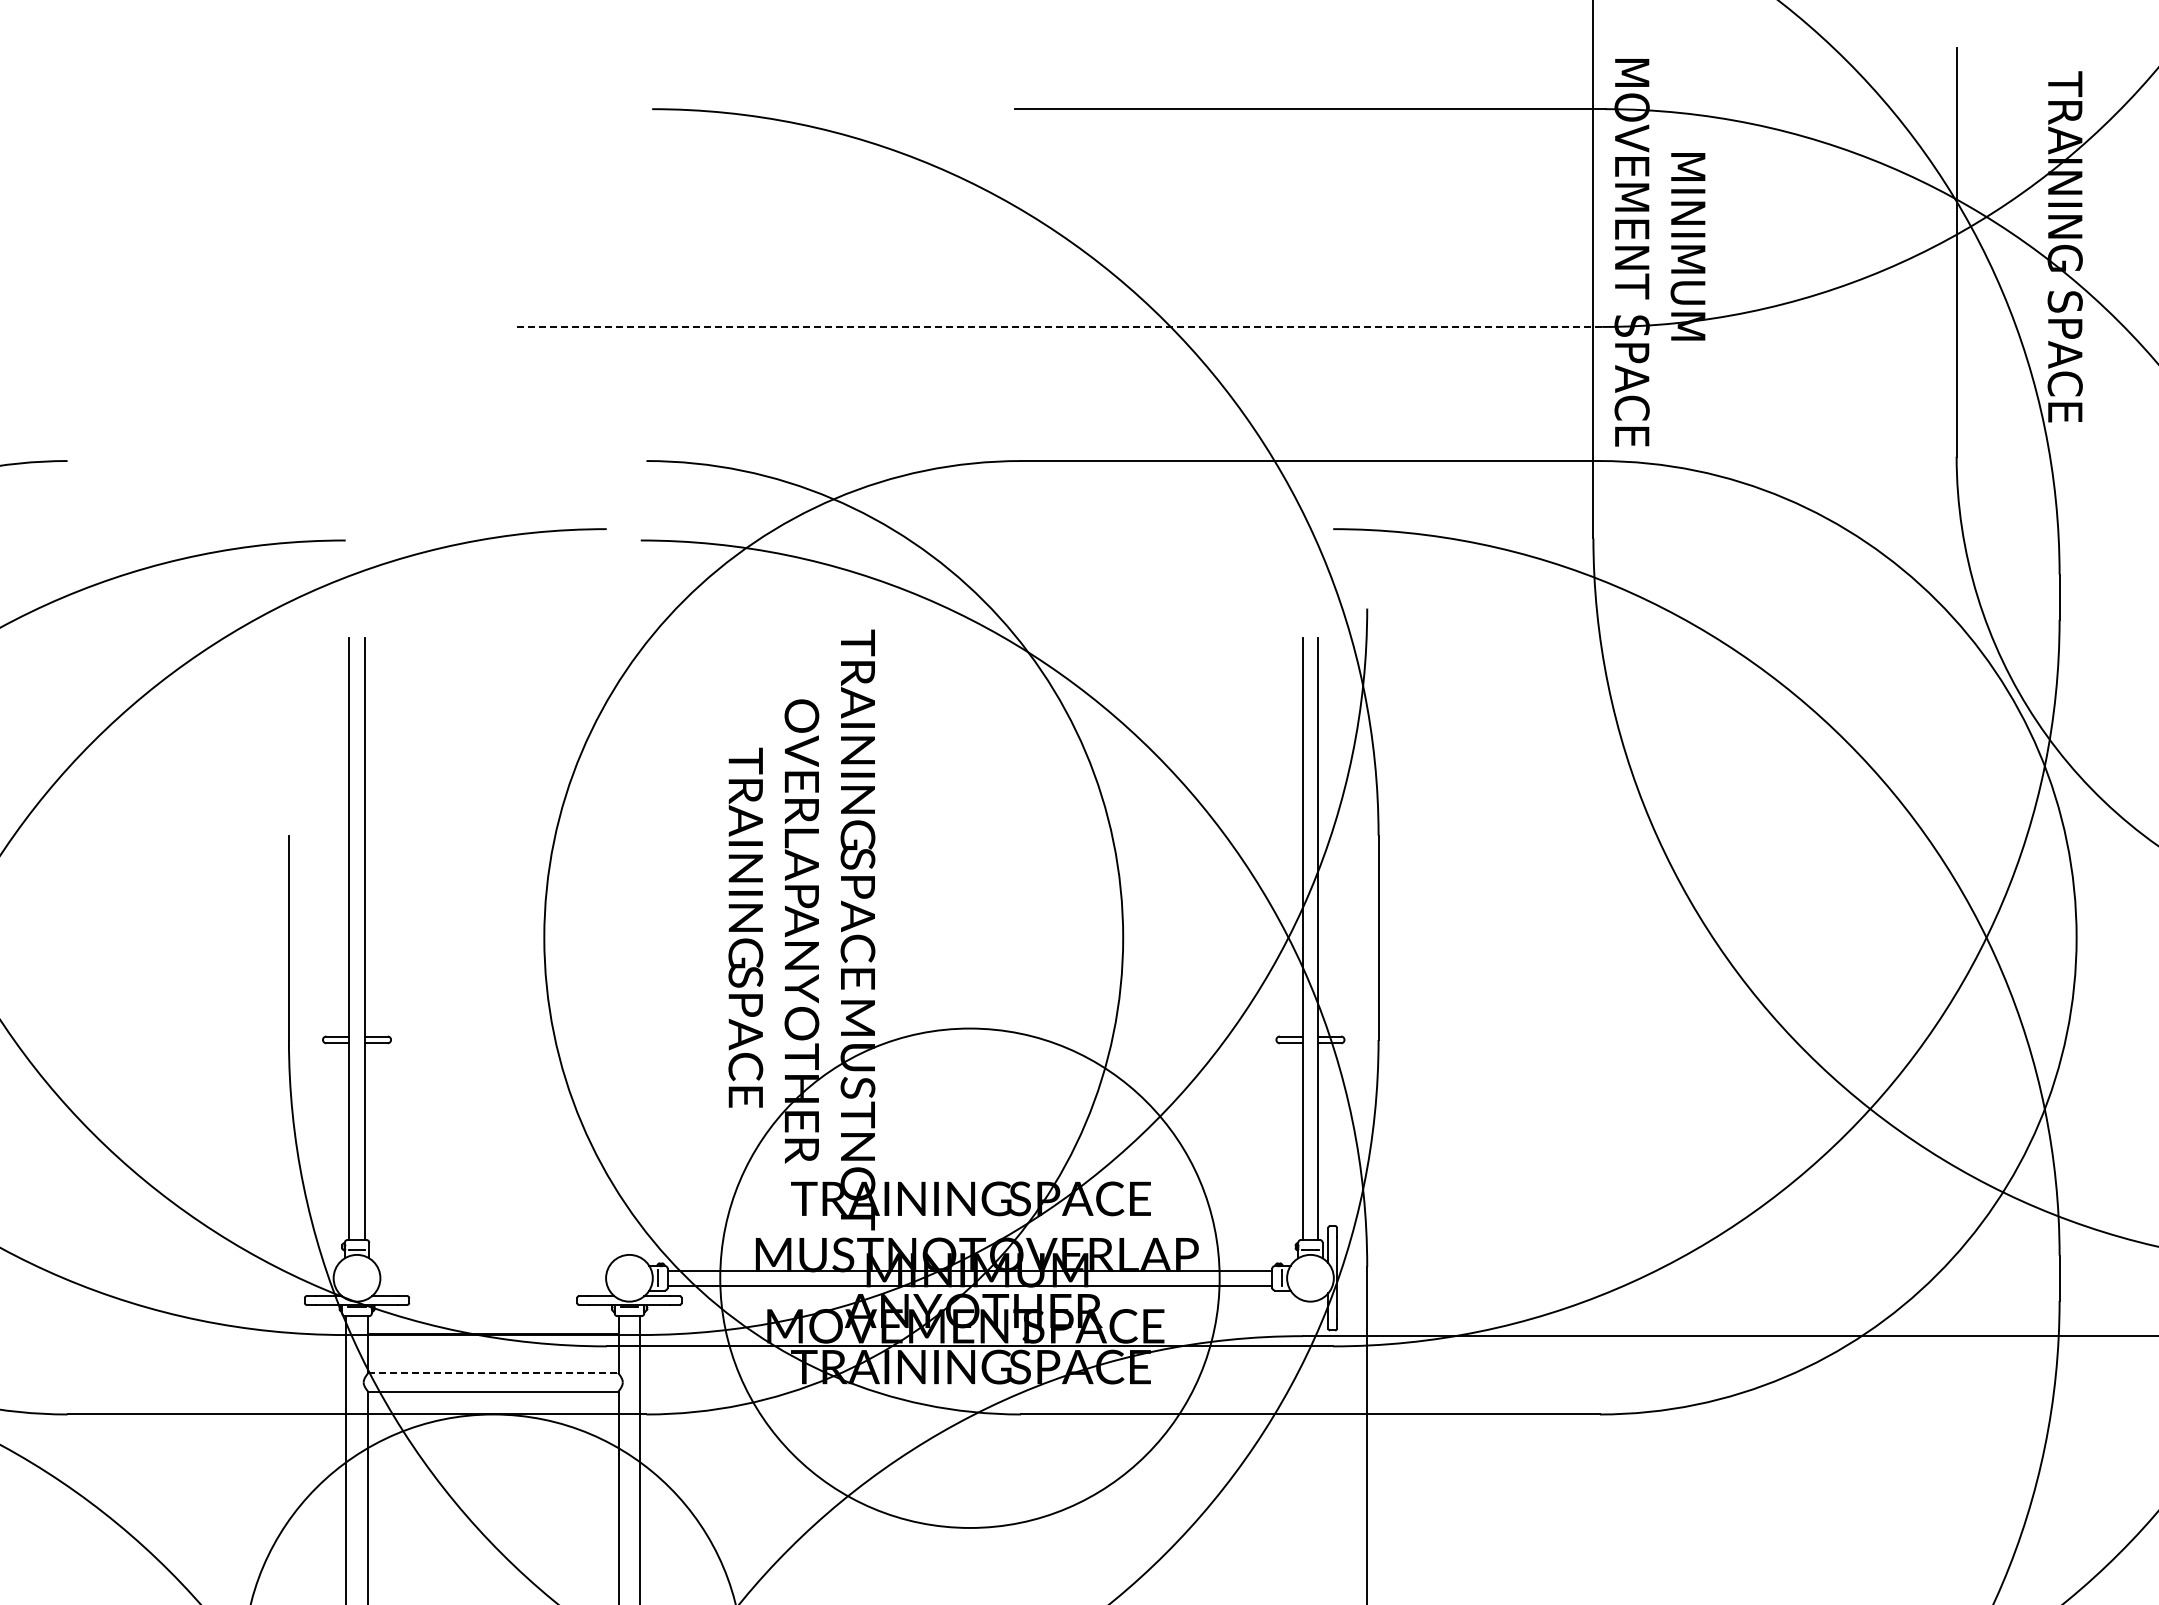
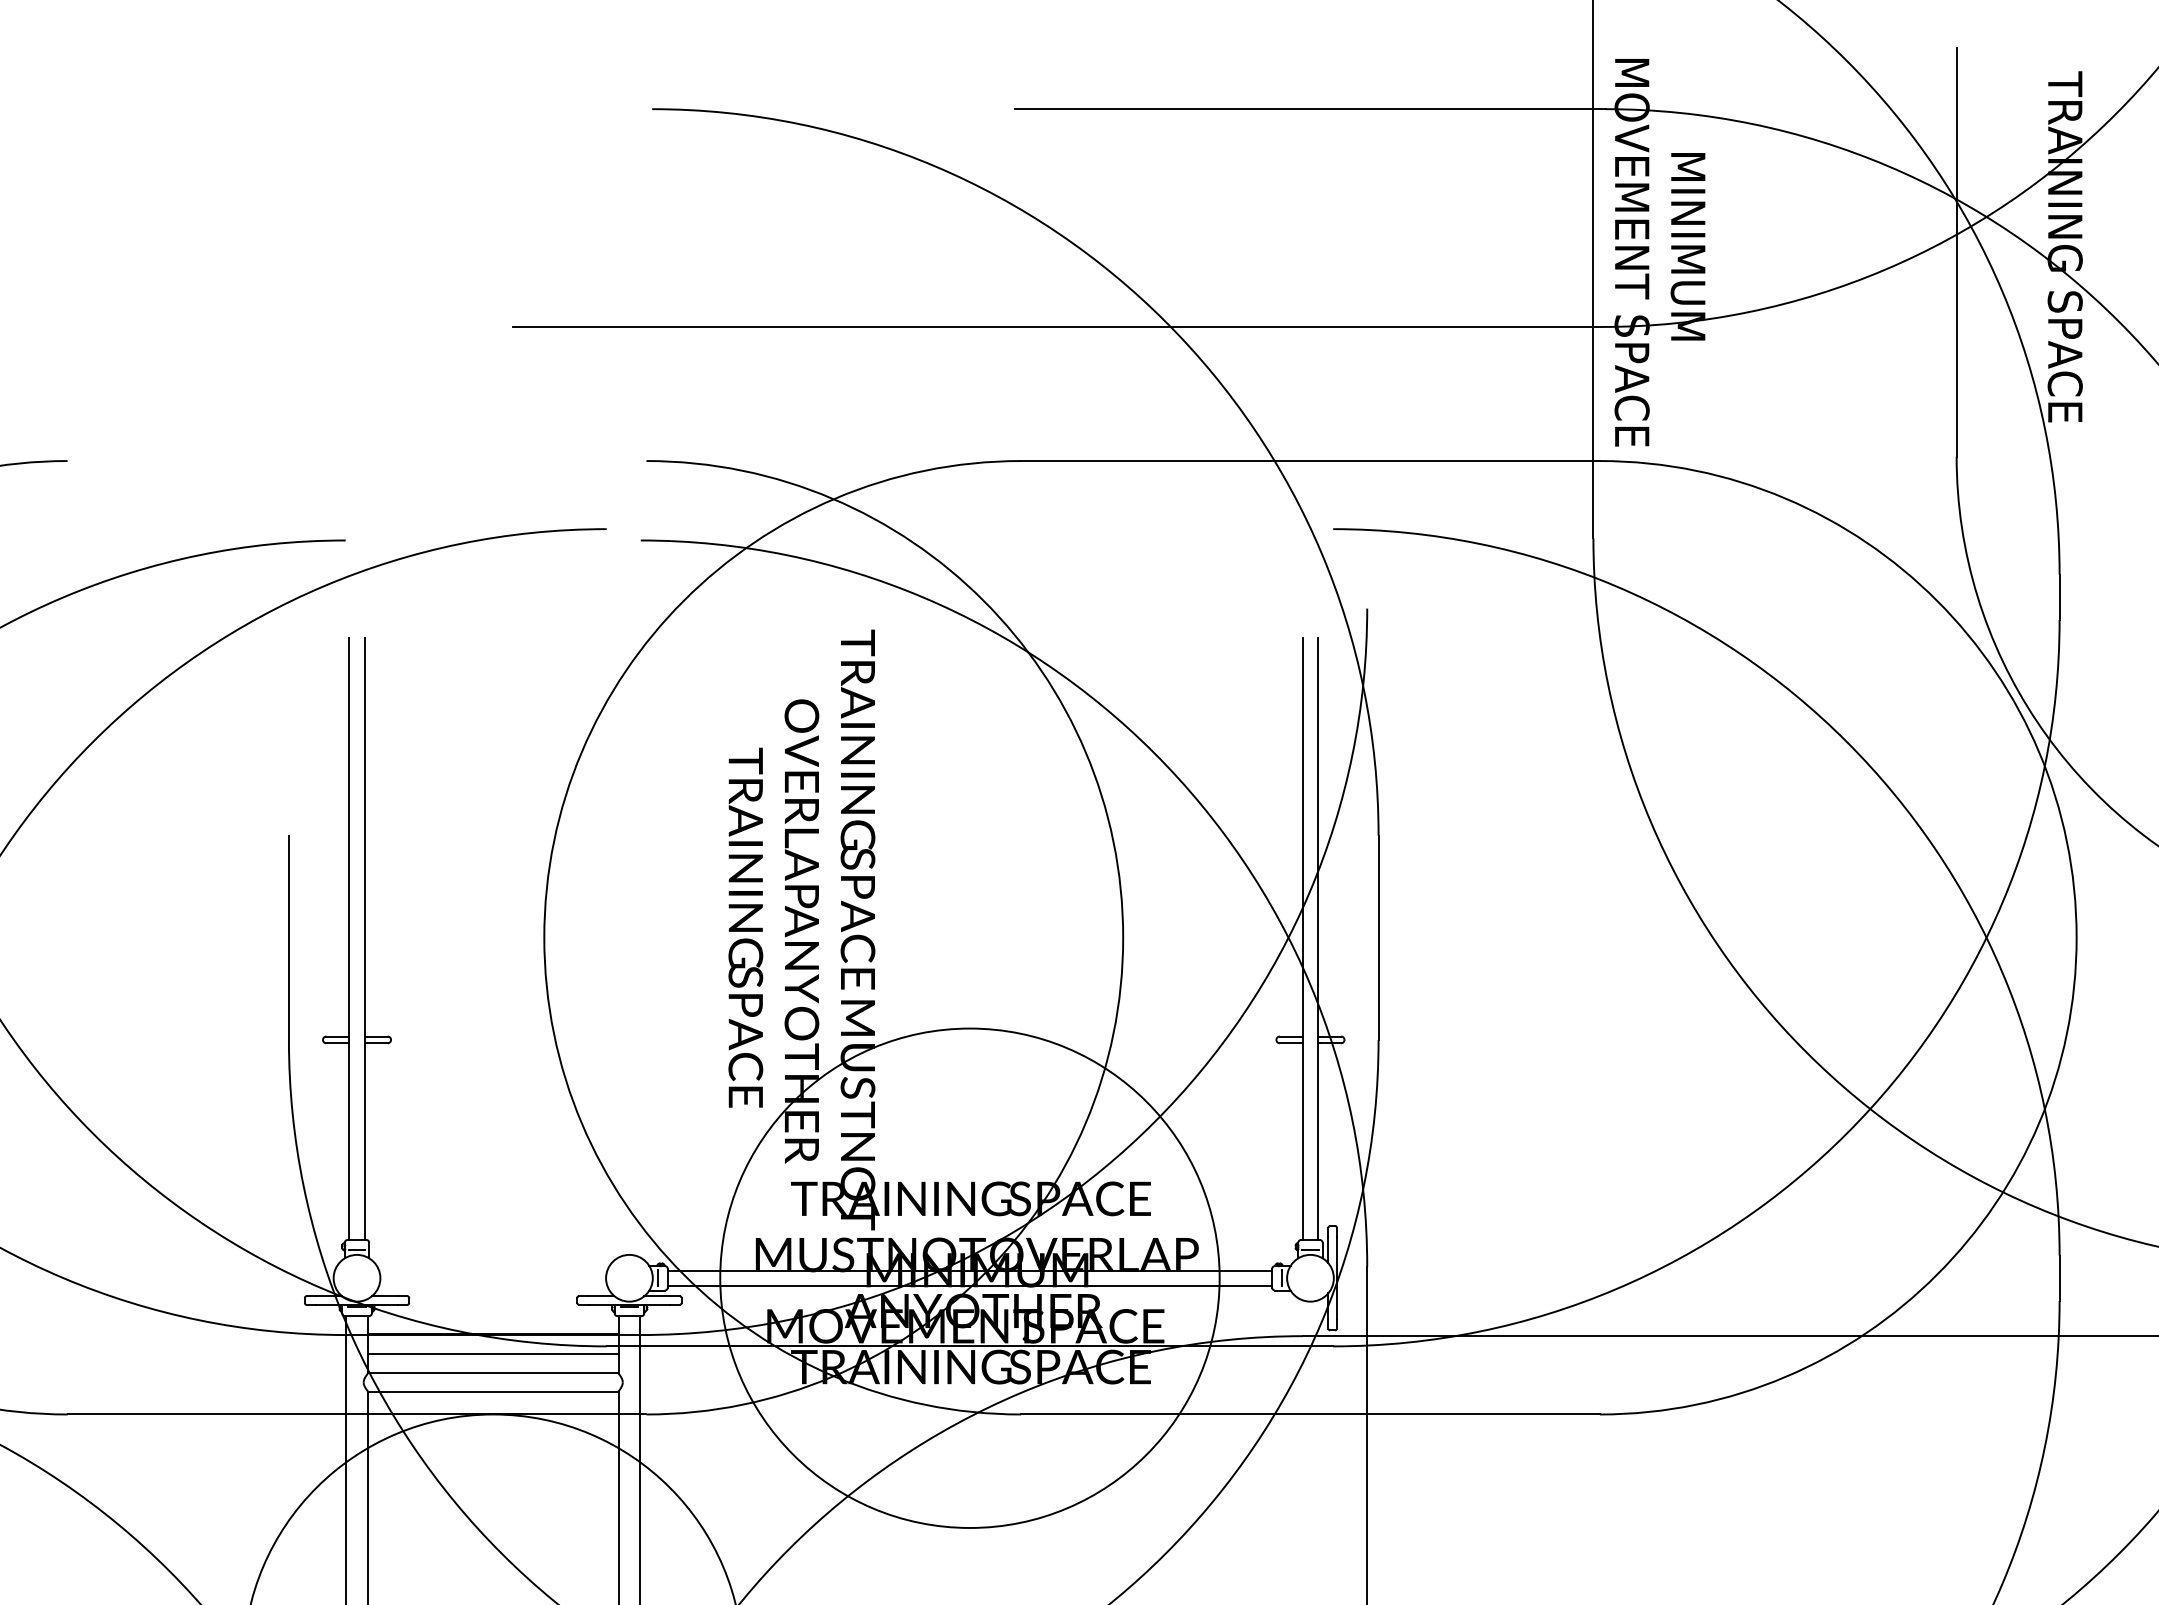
line at (1057, 326): dashed -> solid
line at (493, 1353): none -> present
line at (493, 1372): dashed -> solid
